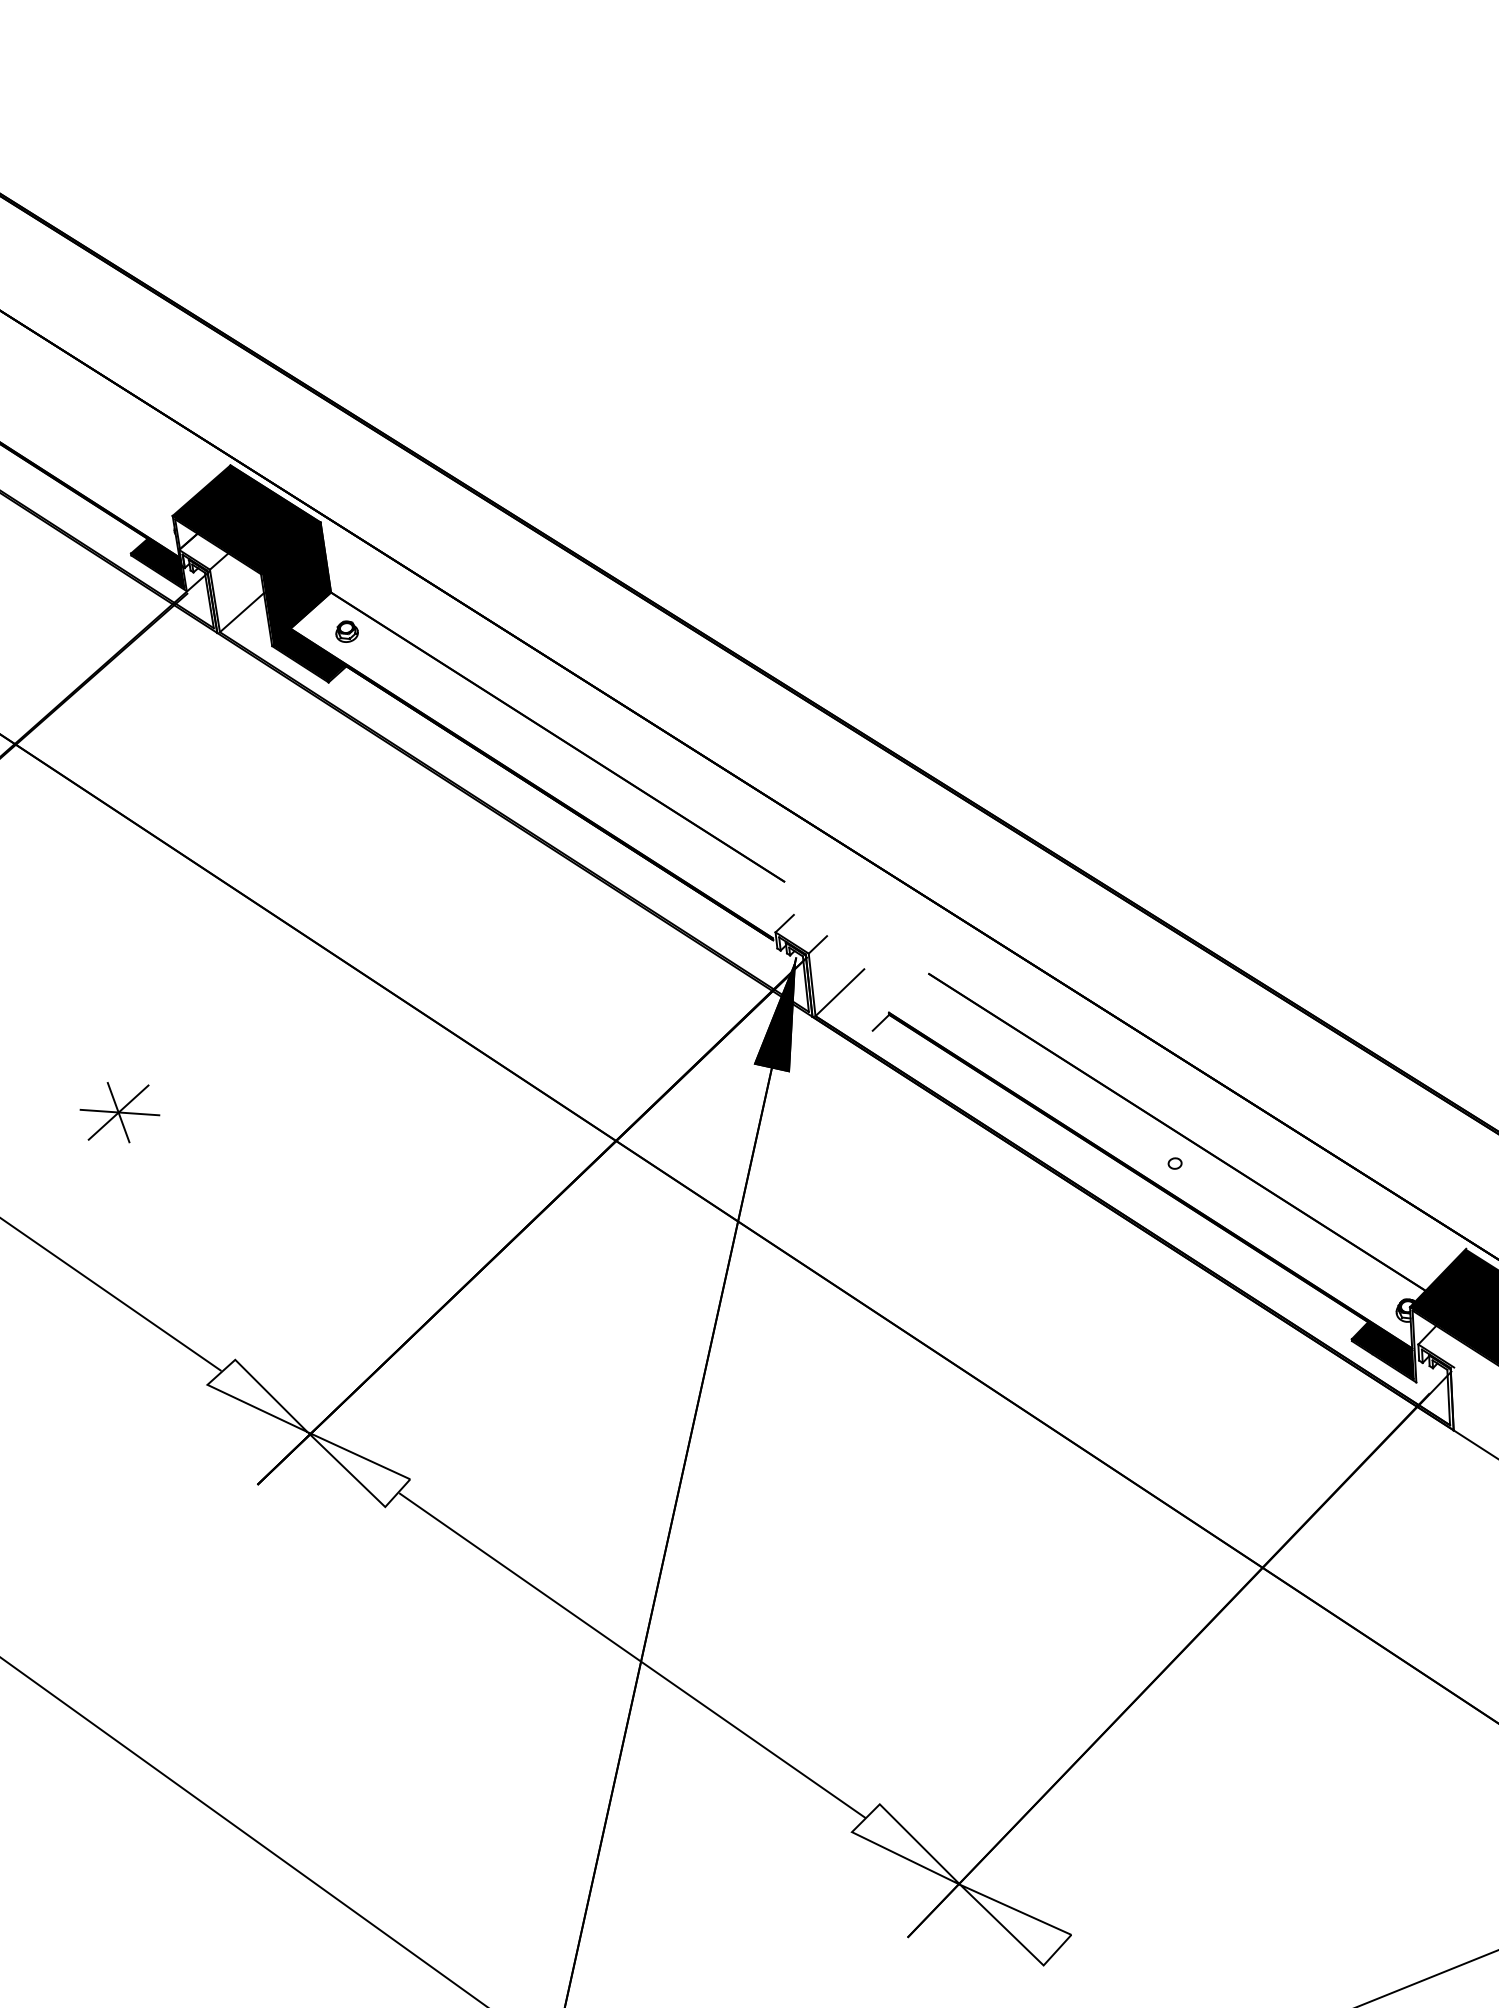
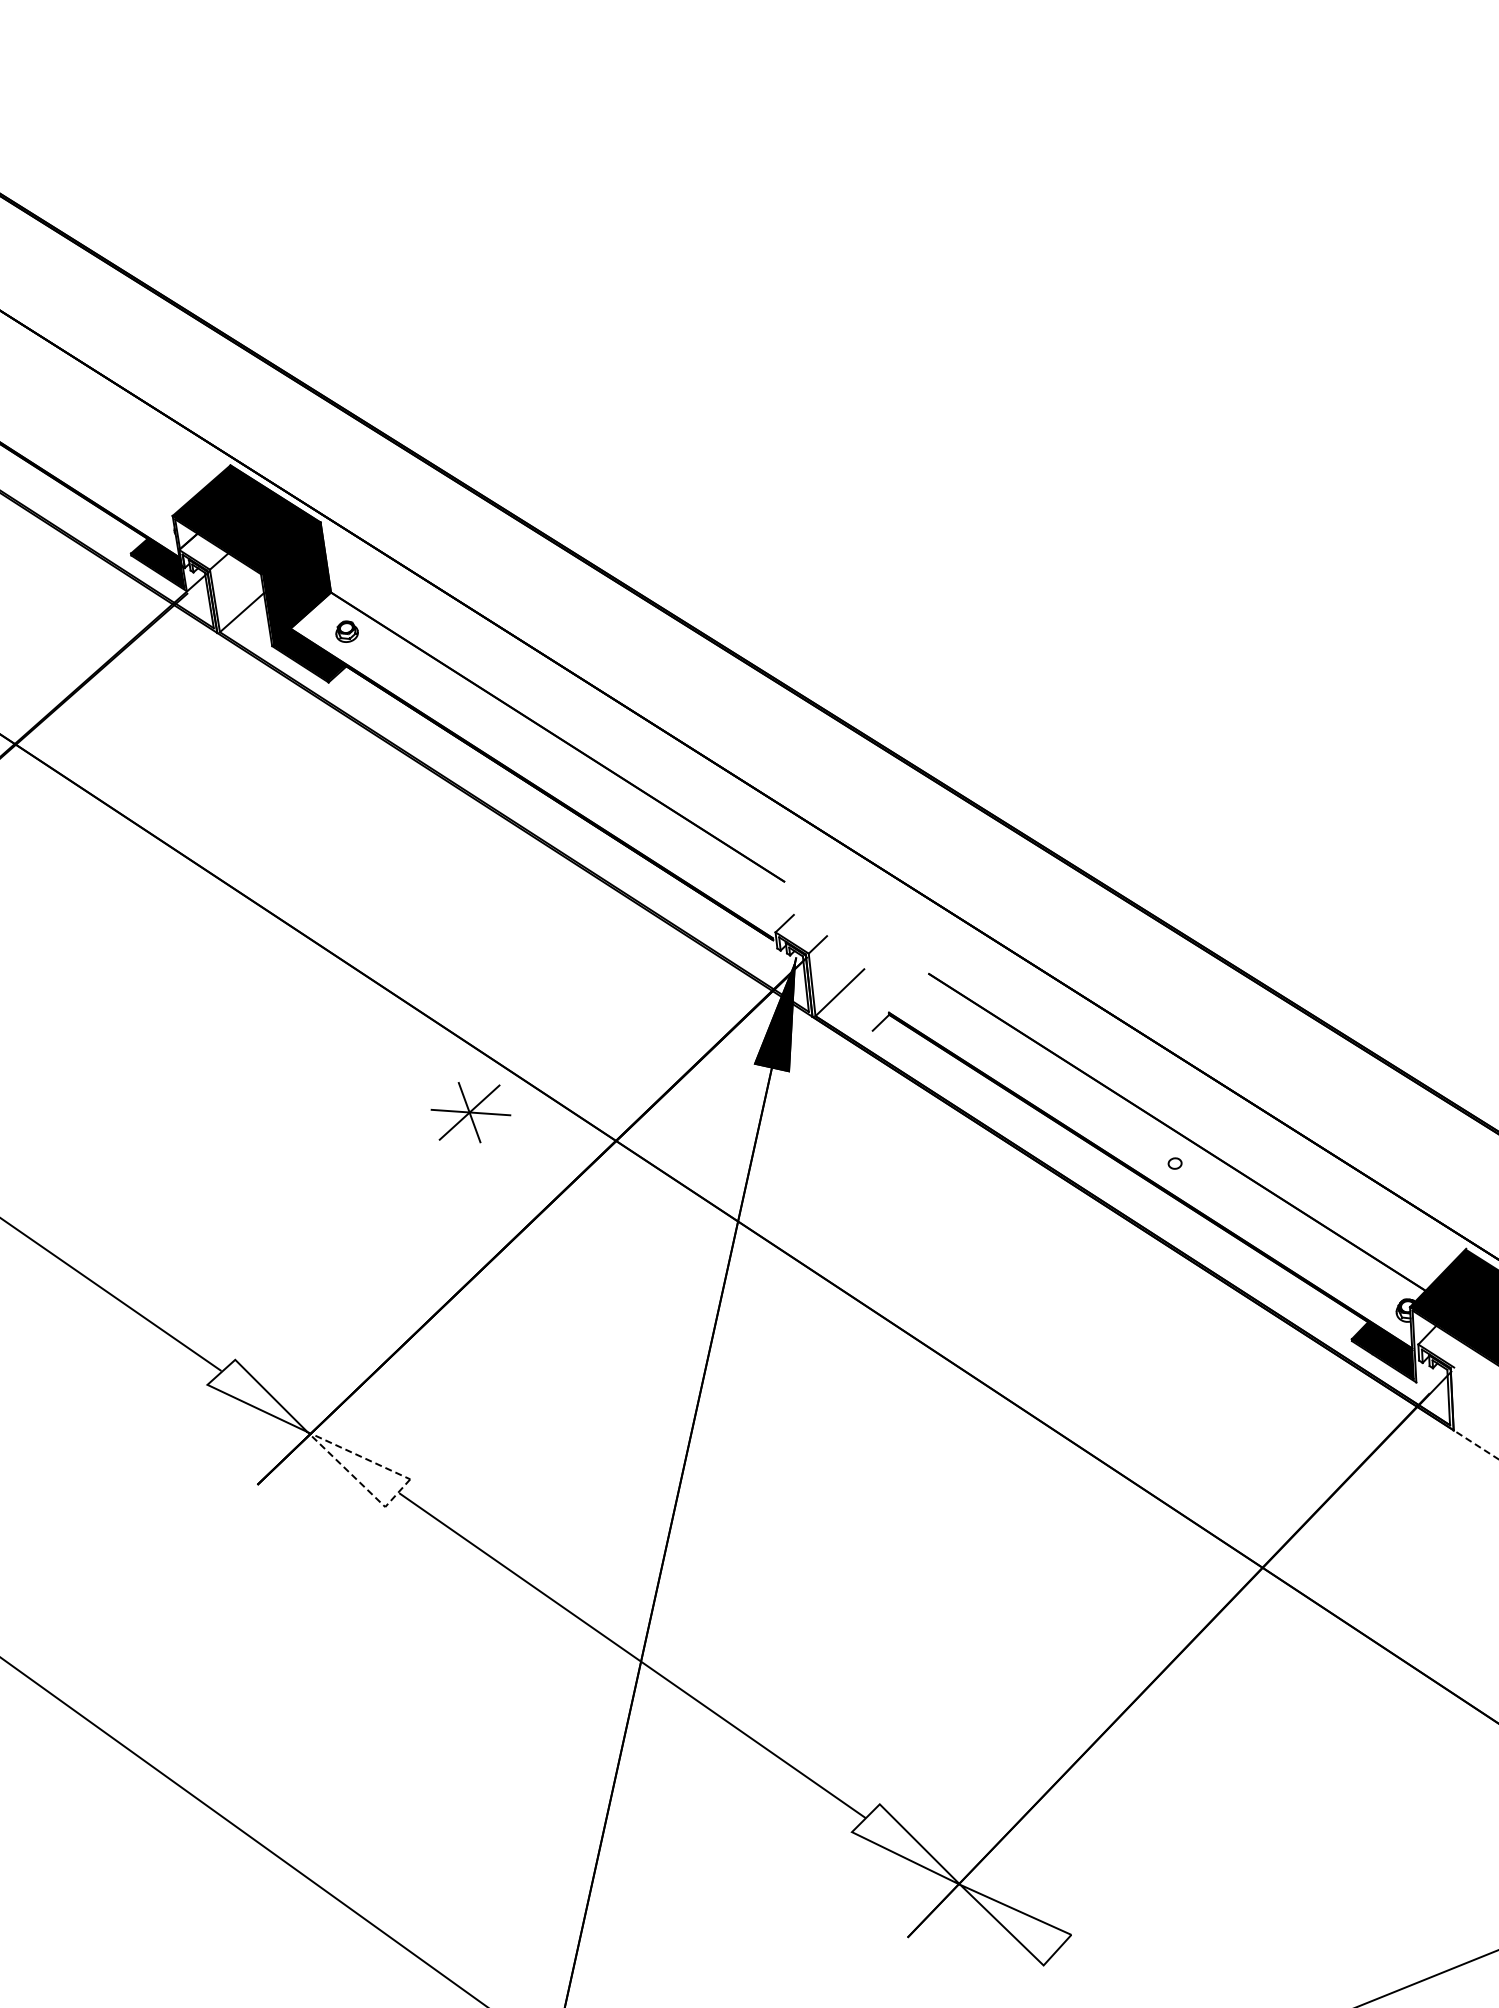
part at (119, 1112) position: (119, 1112) -> (470, 1112)
line at (319, 1443): solid -> dashed
line at (1475, 1444): solid -> dashed
